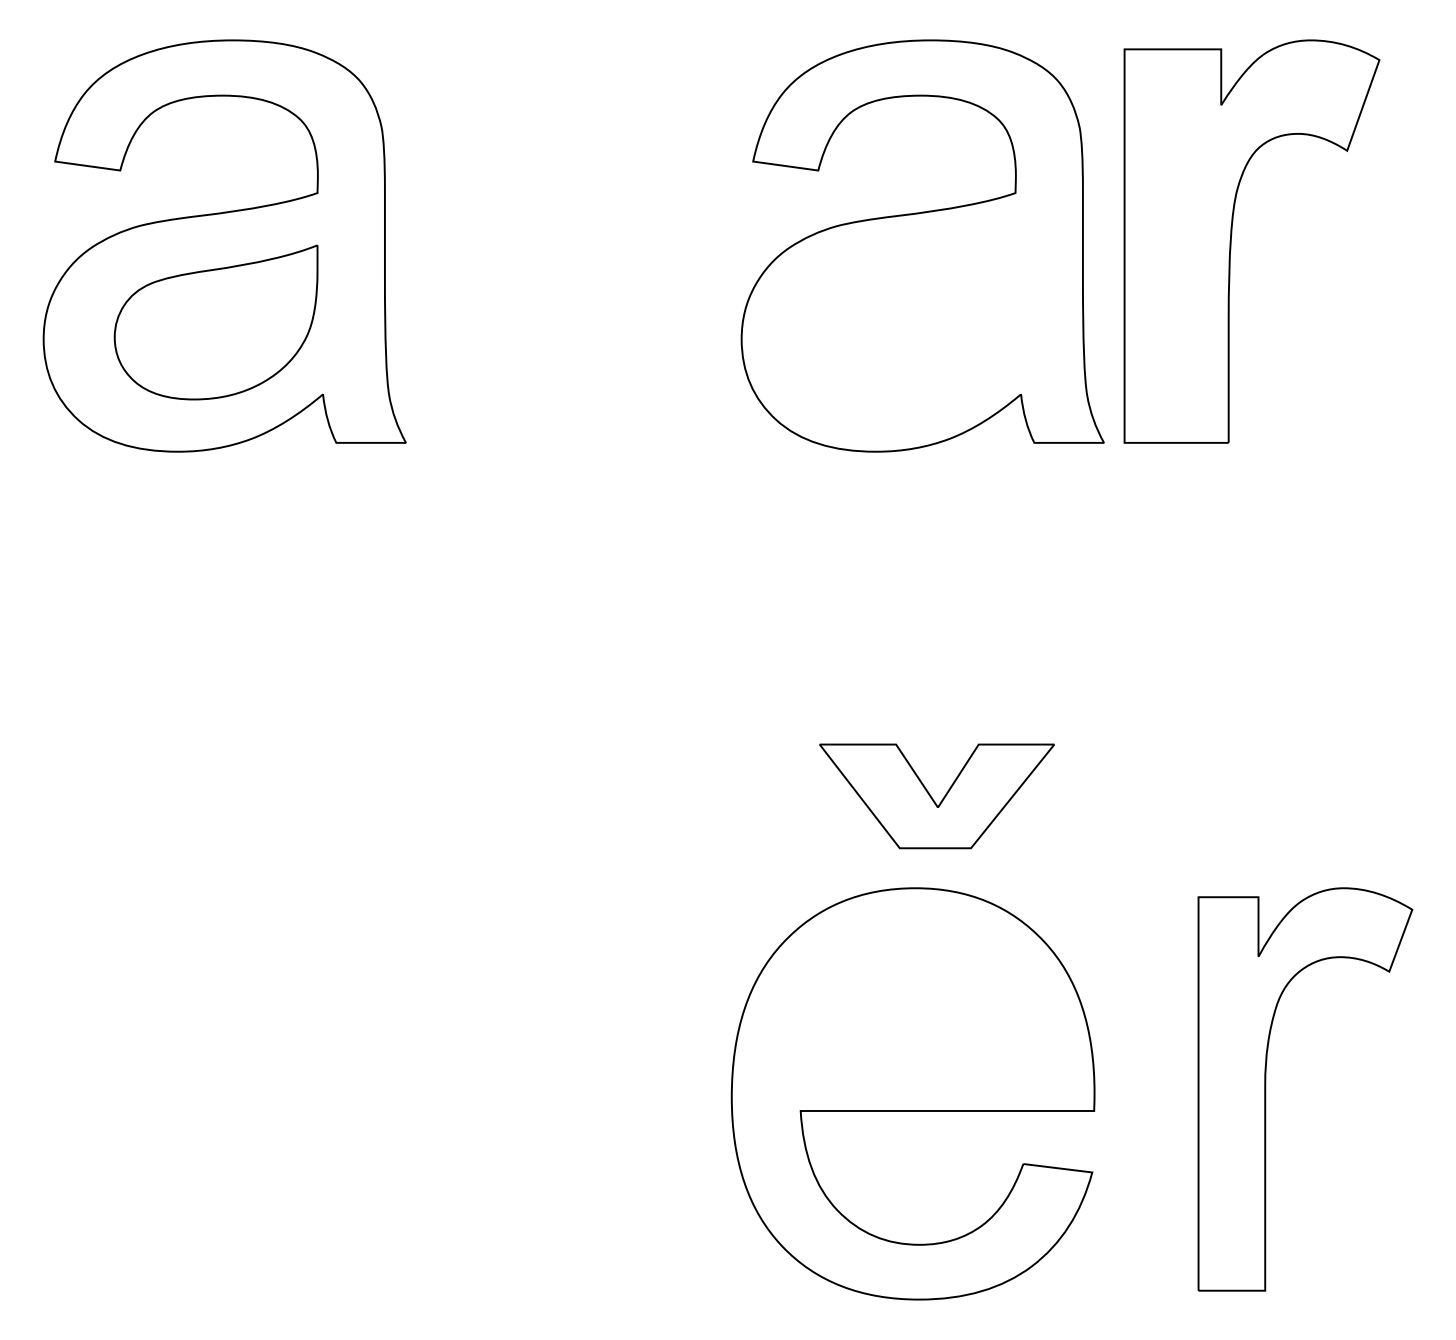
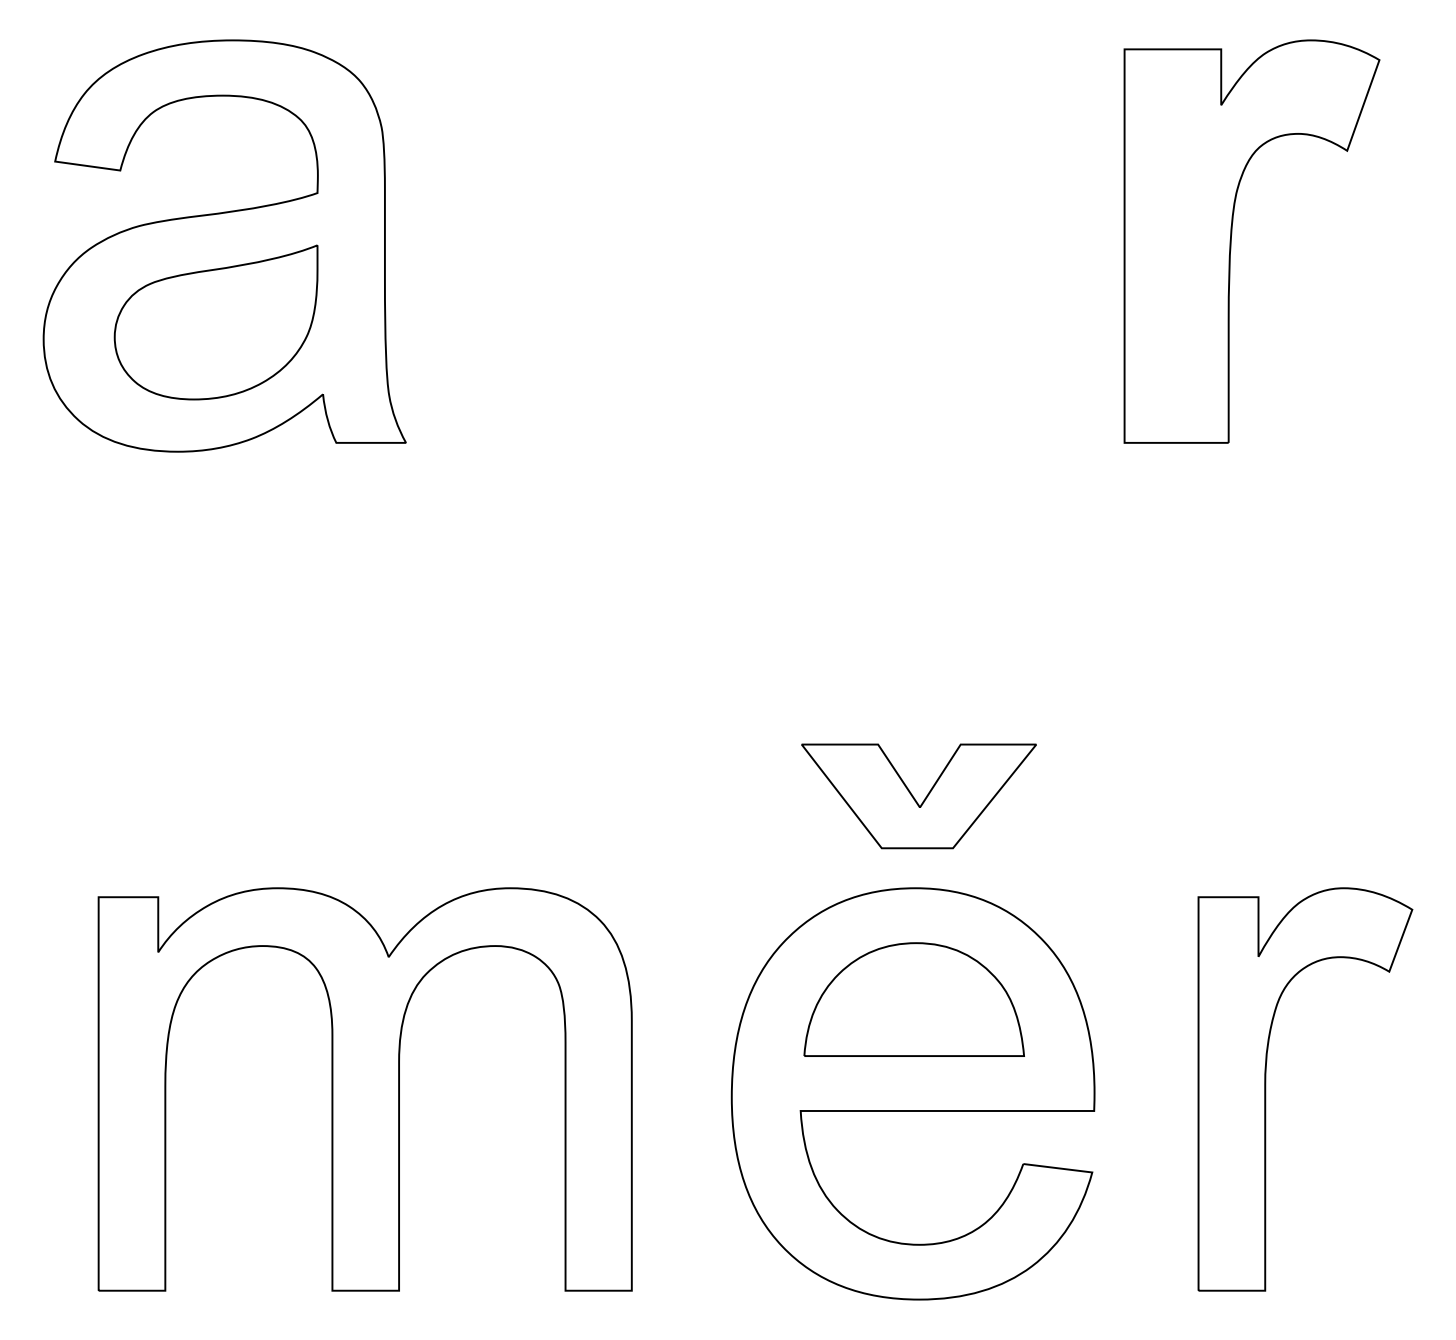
part at (922, 245): present -> none
part at (936, 796) position: (936, 796) -> (918, 796)
part at (913, 999): none -> present
part at (364, 1089): none -> present
